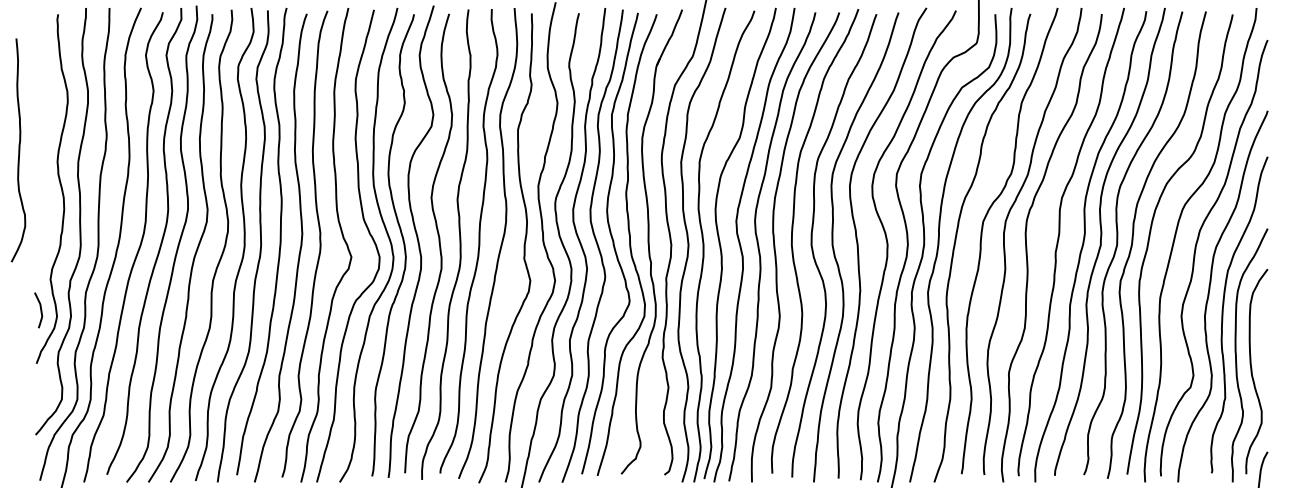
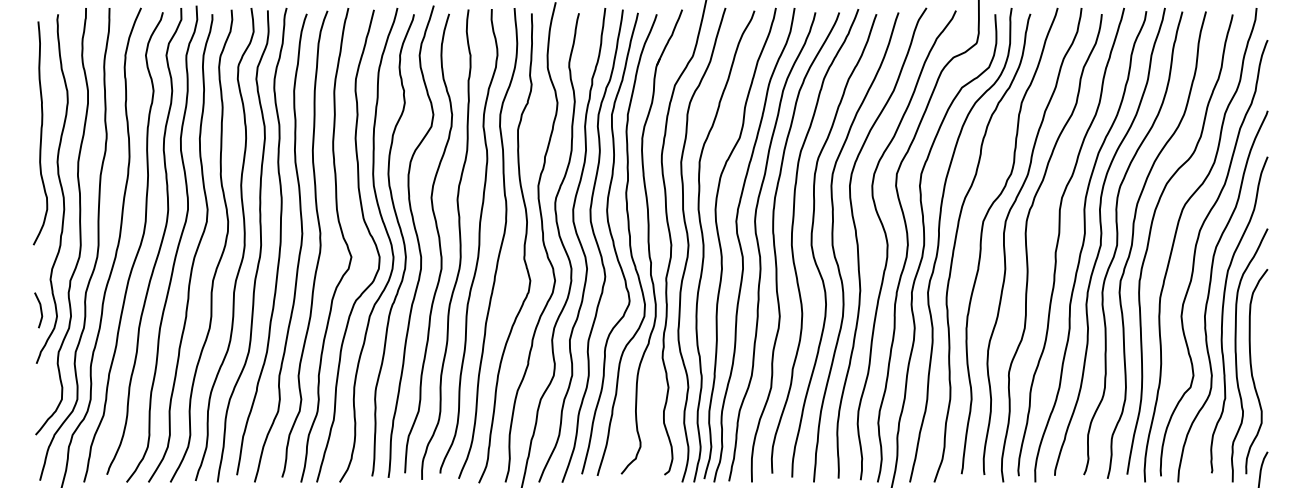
curve at (18, 150) position: (18, 150) -> (40, 133)
